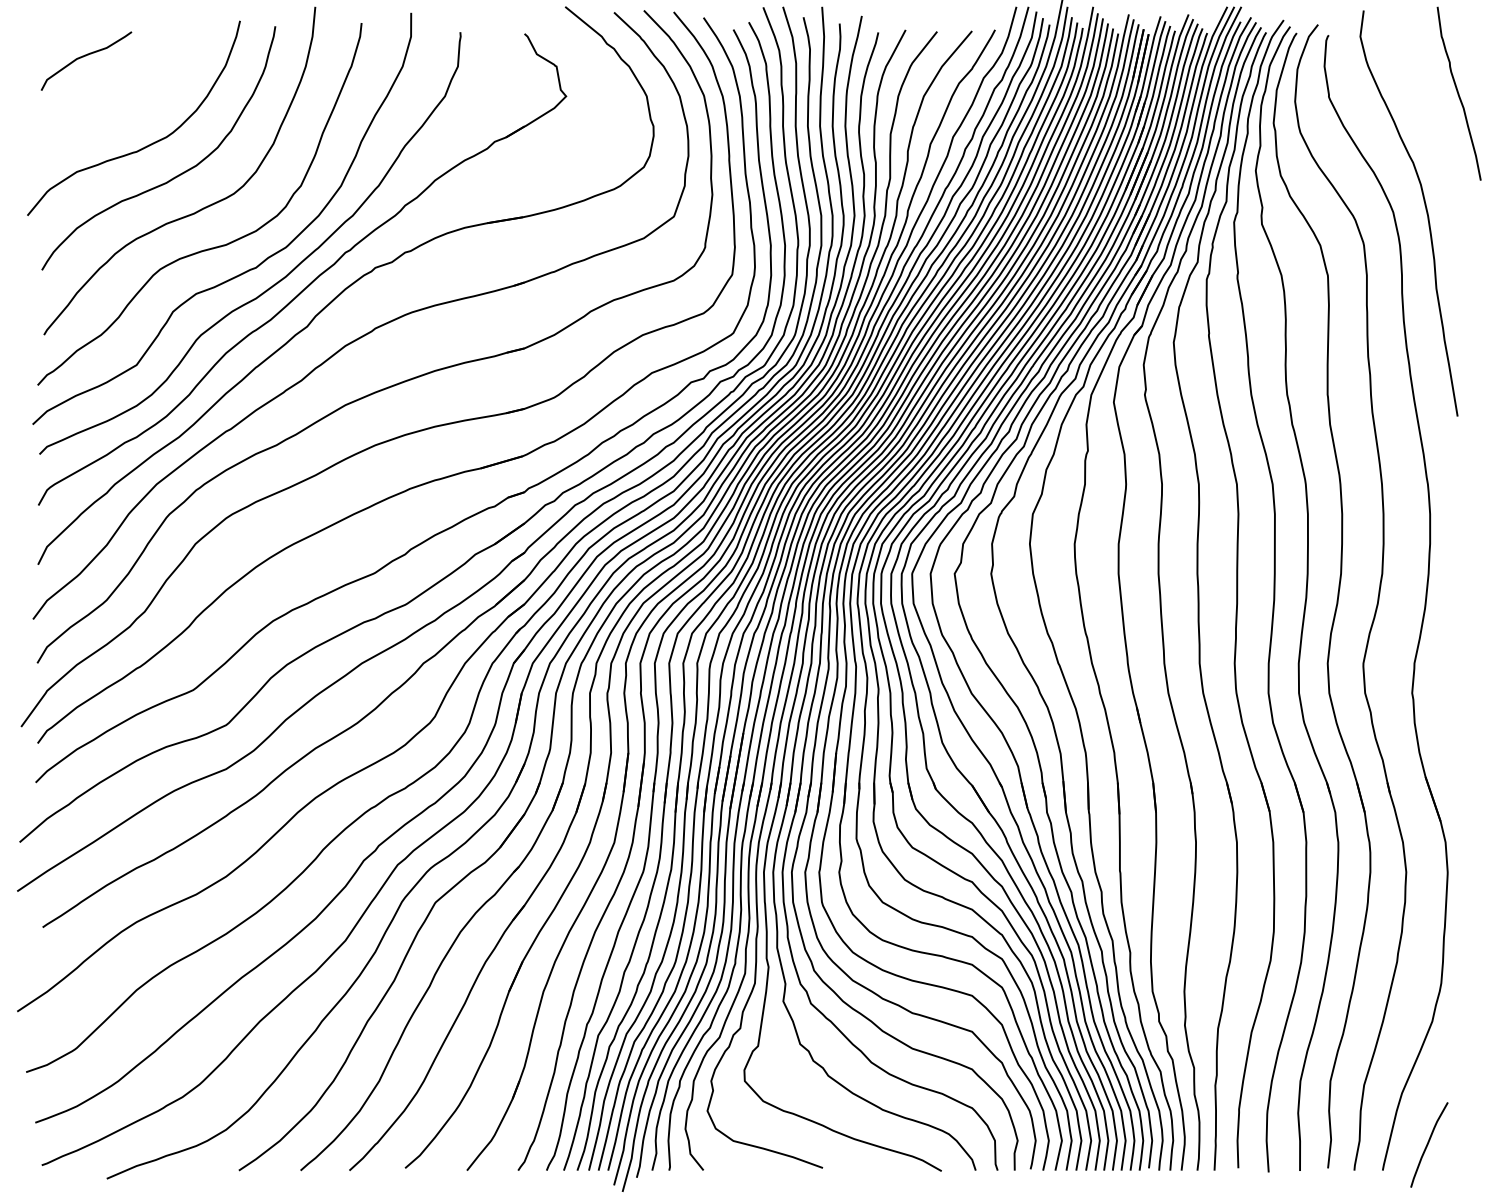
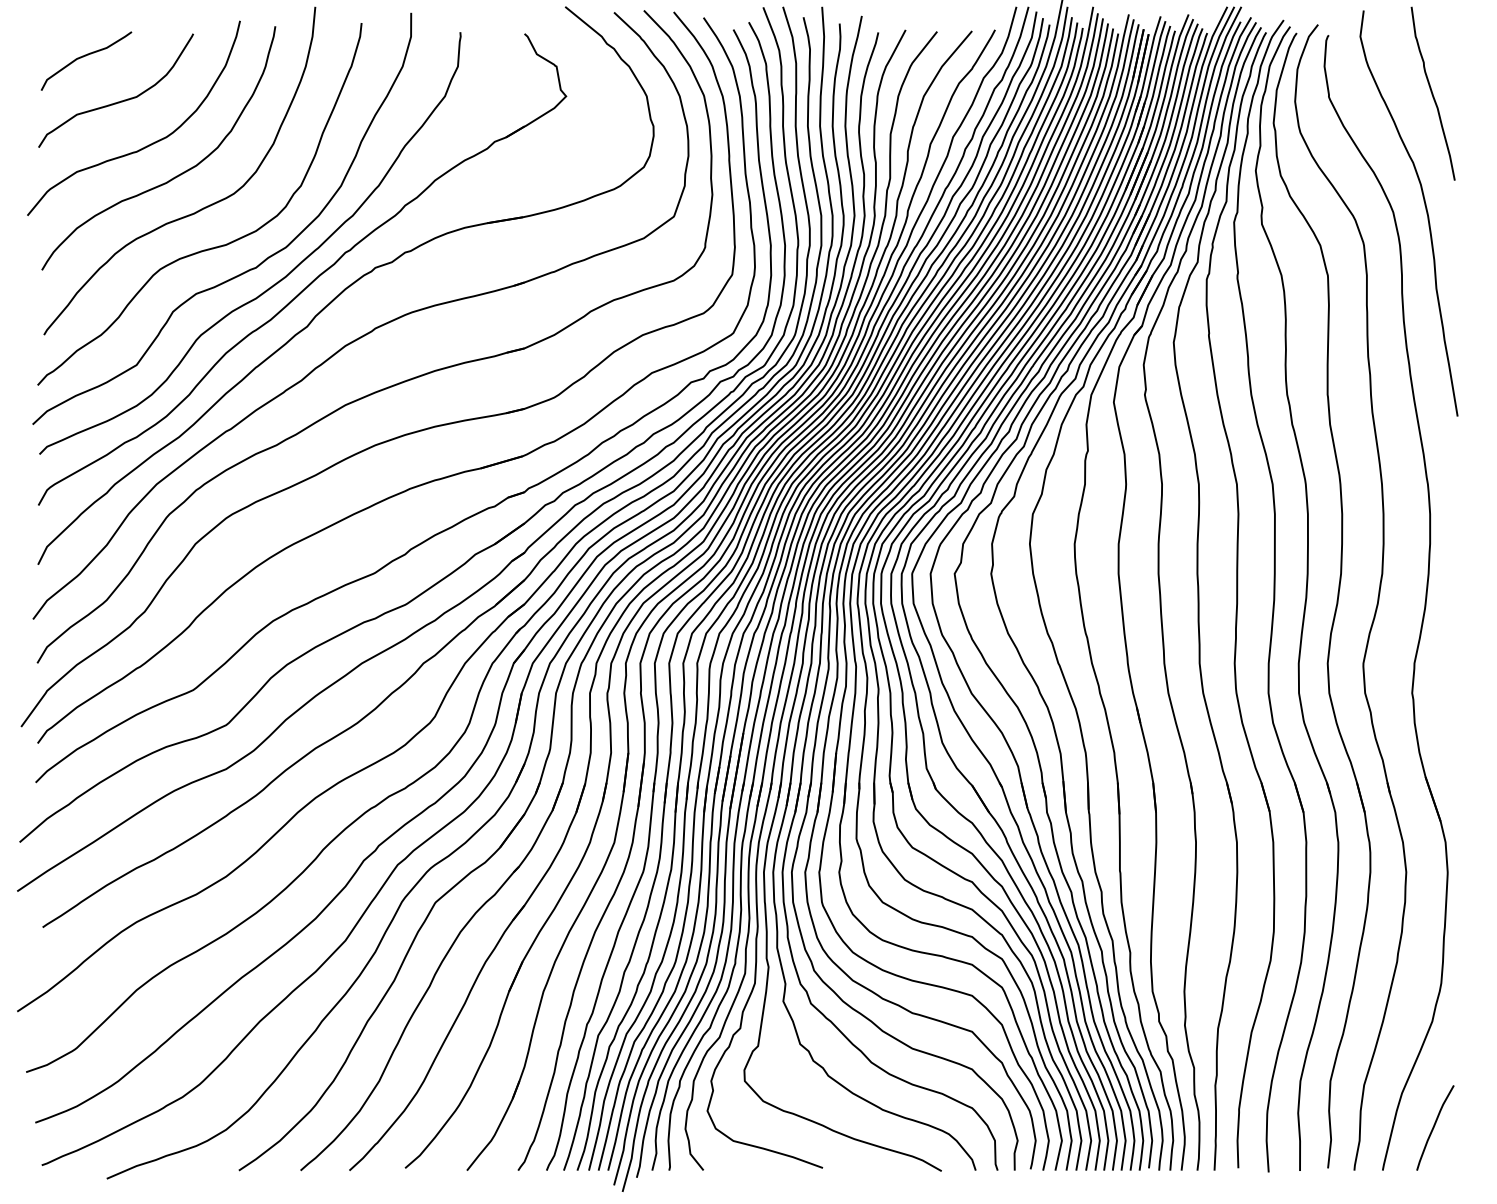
curve at (1458, 93) position: (1458, 93) -> (1432, 93)
curve at (117, 101): none -> present
curve at (1428, 1144) position: (1428, 1144) -> (1434, 1127)
